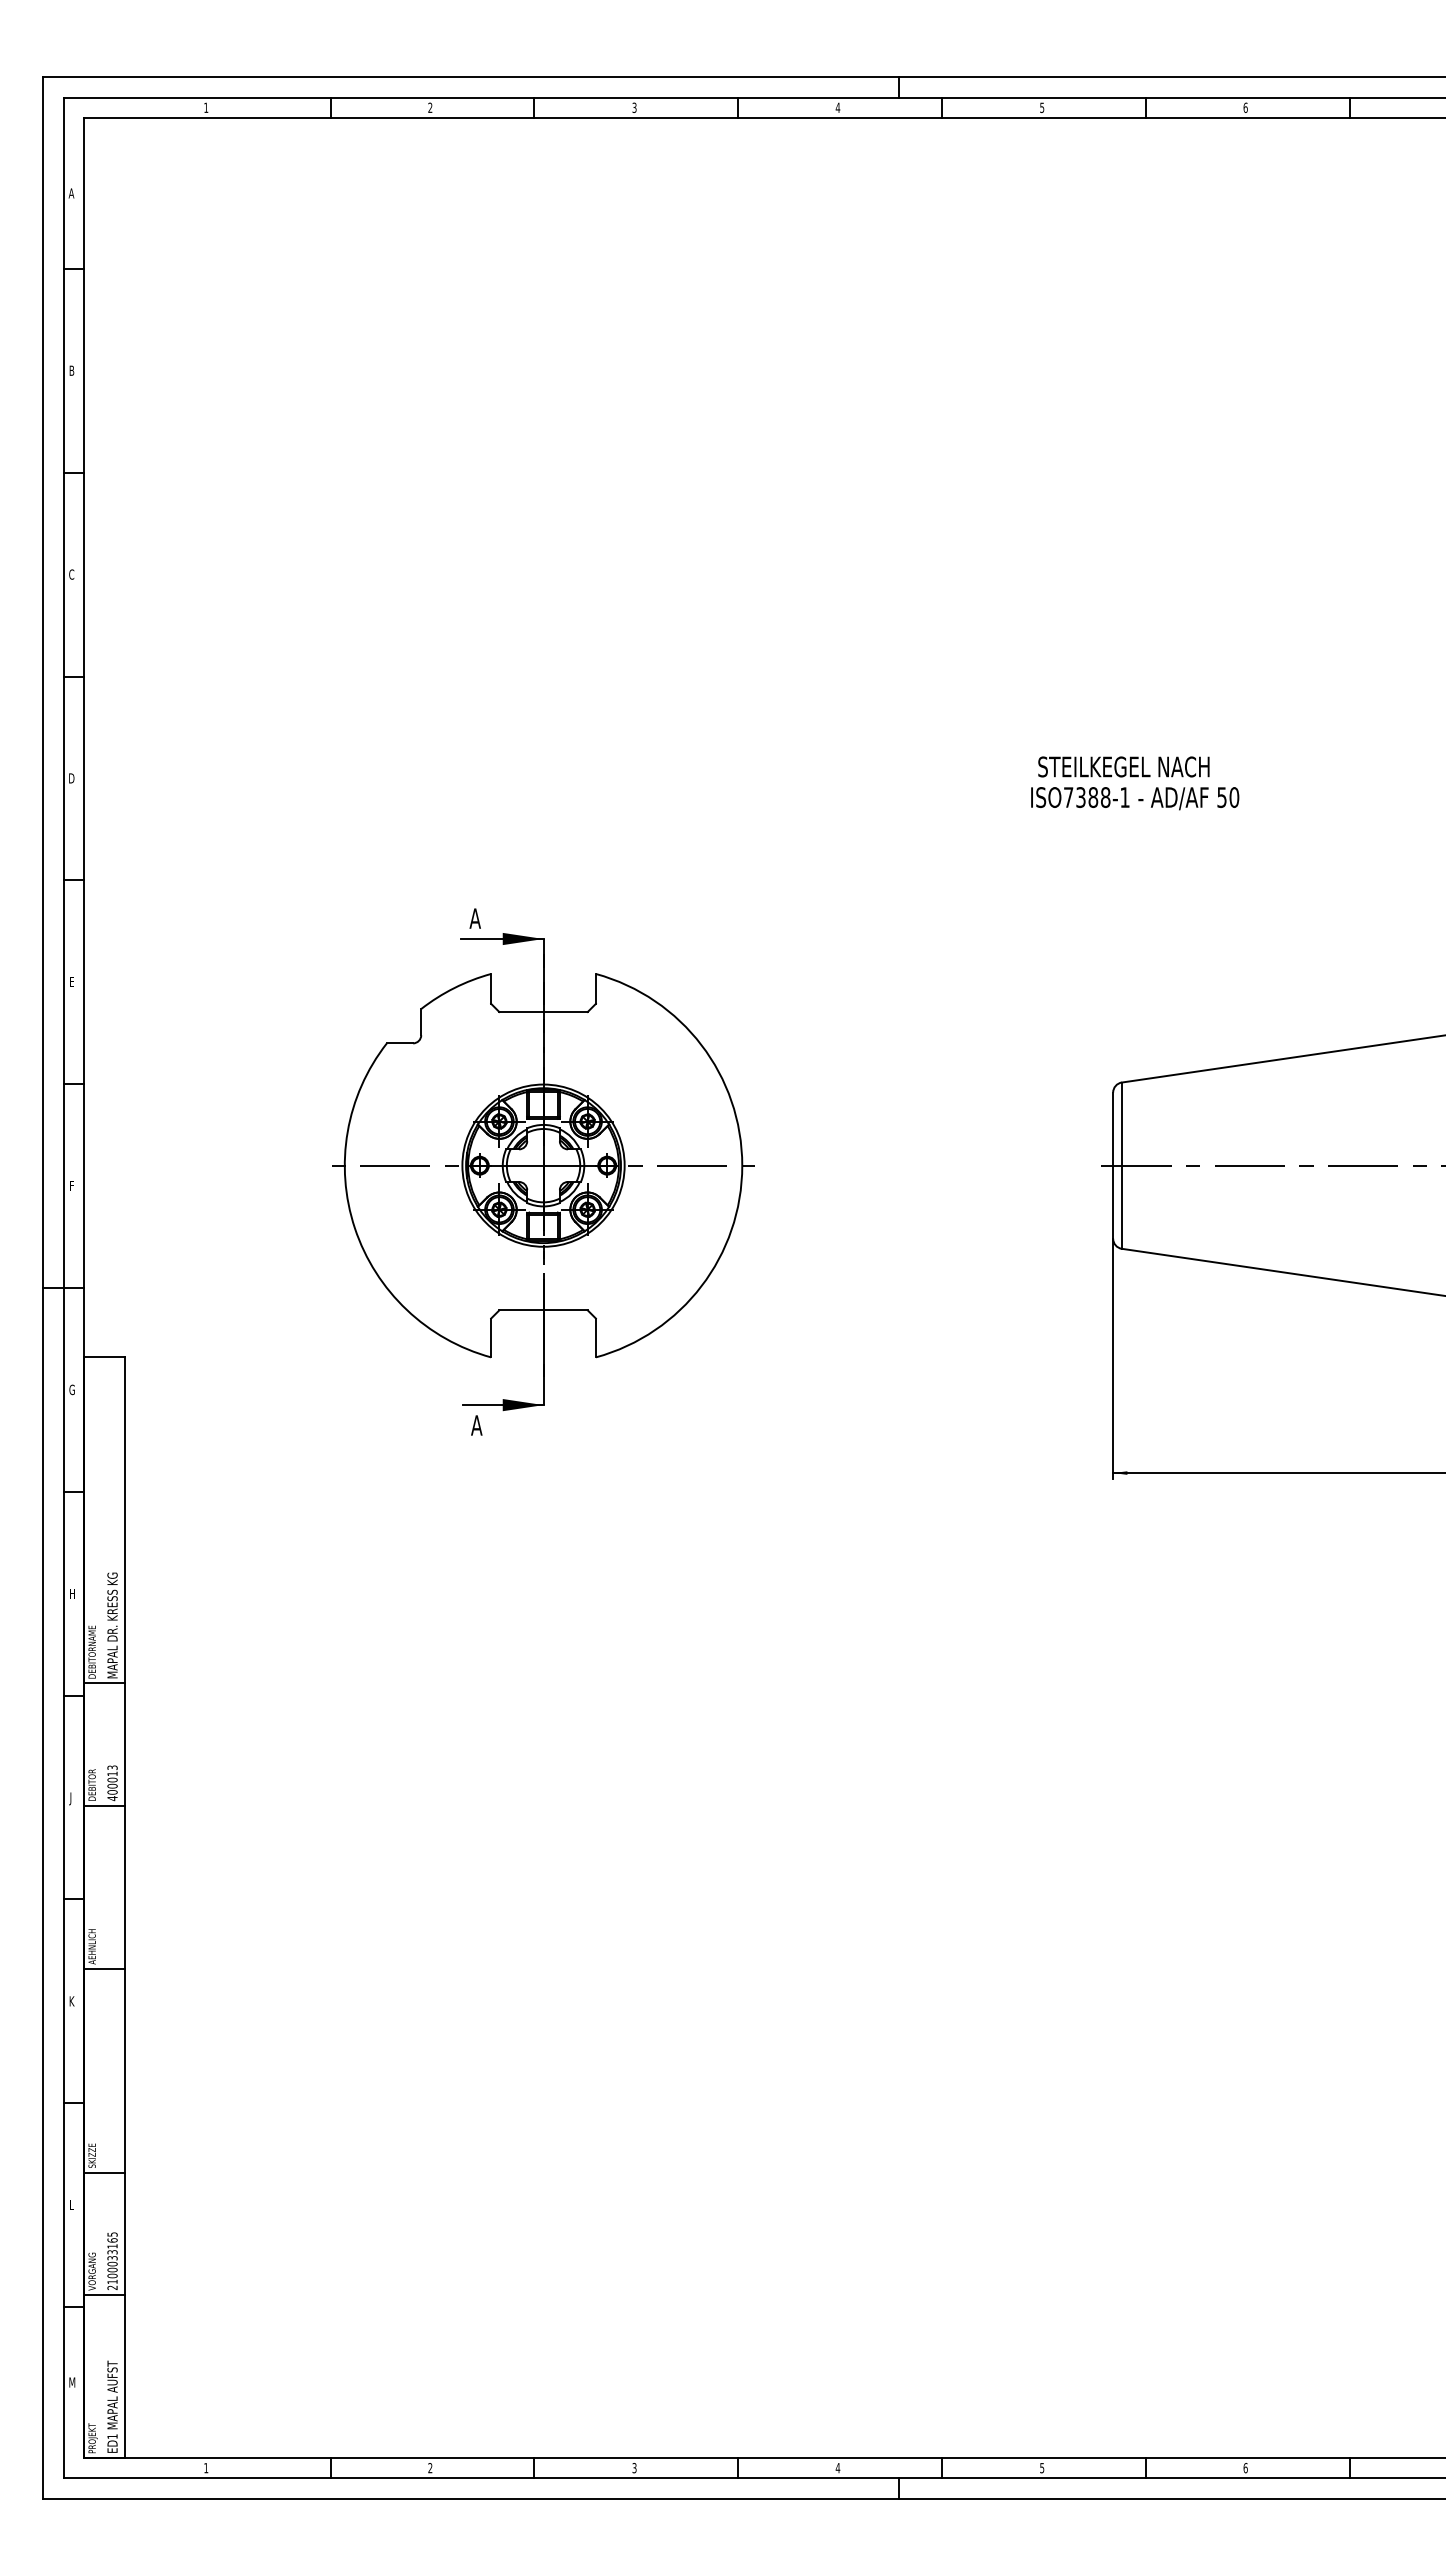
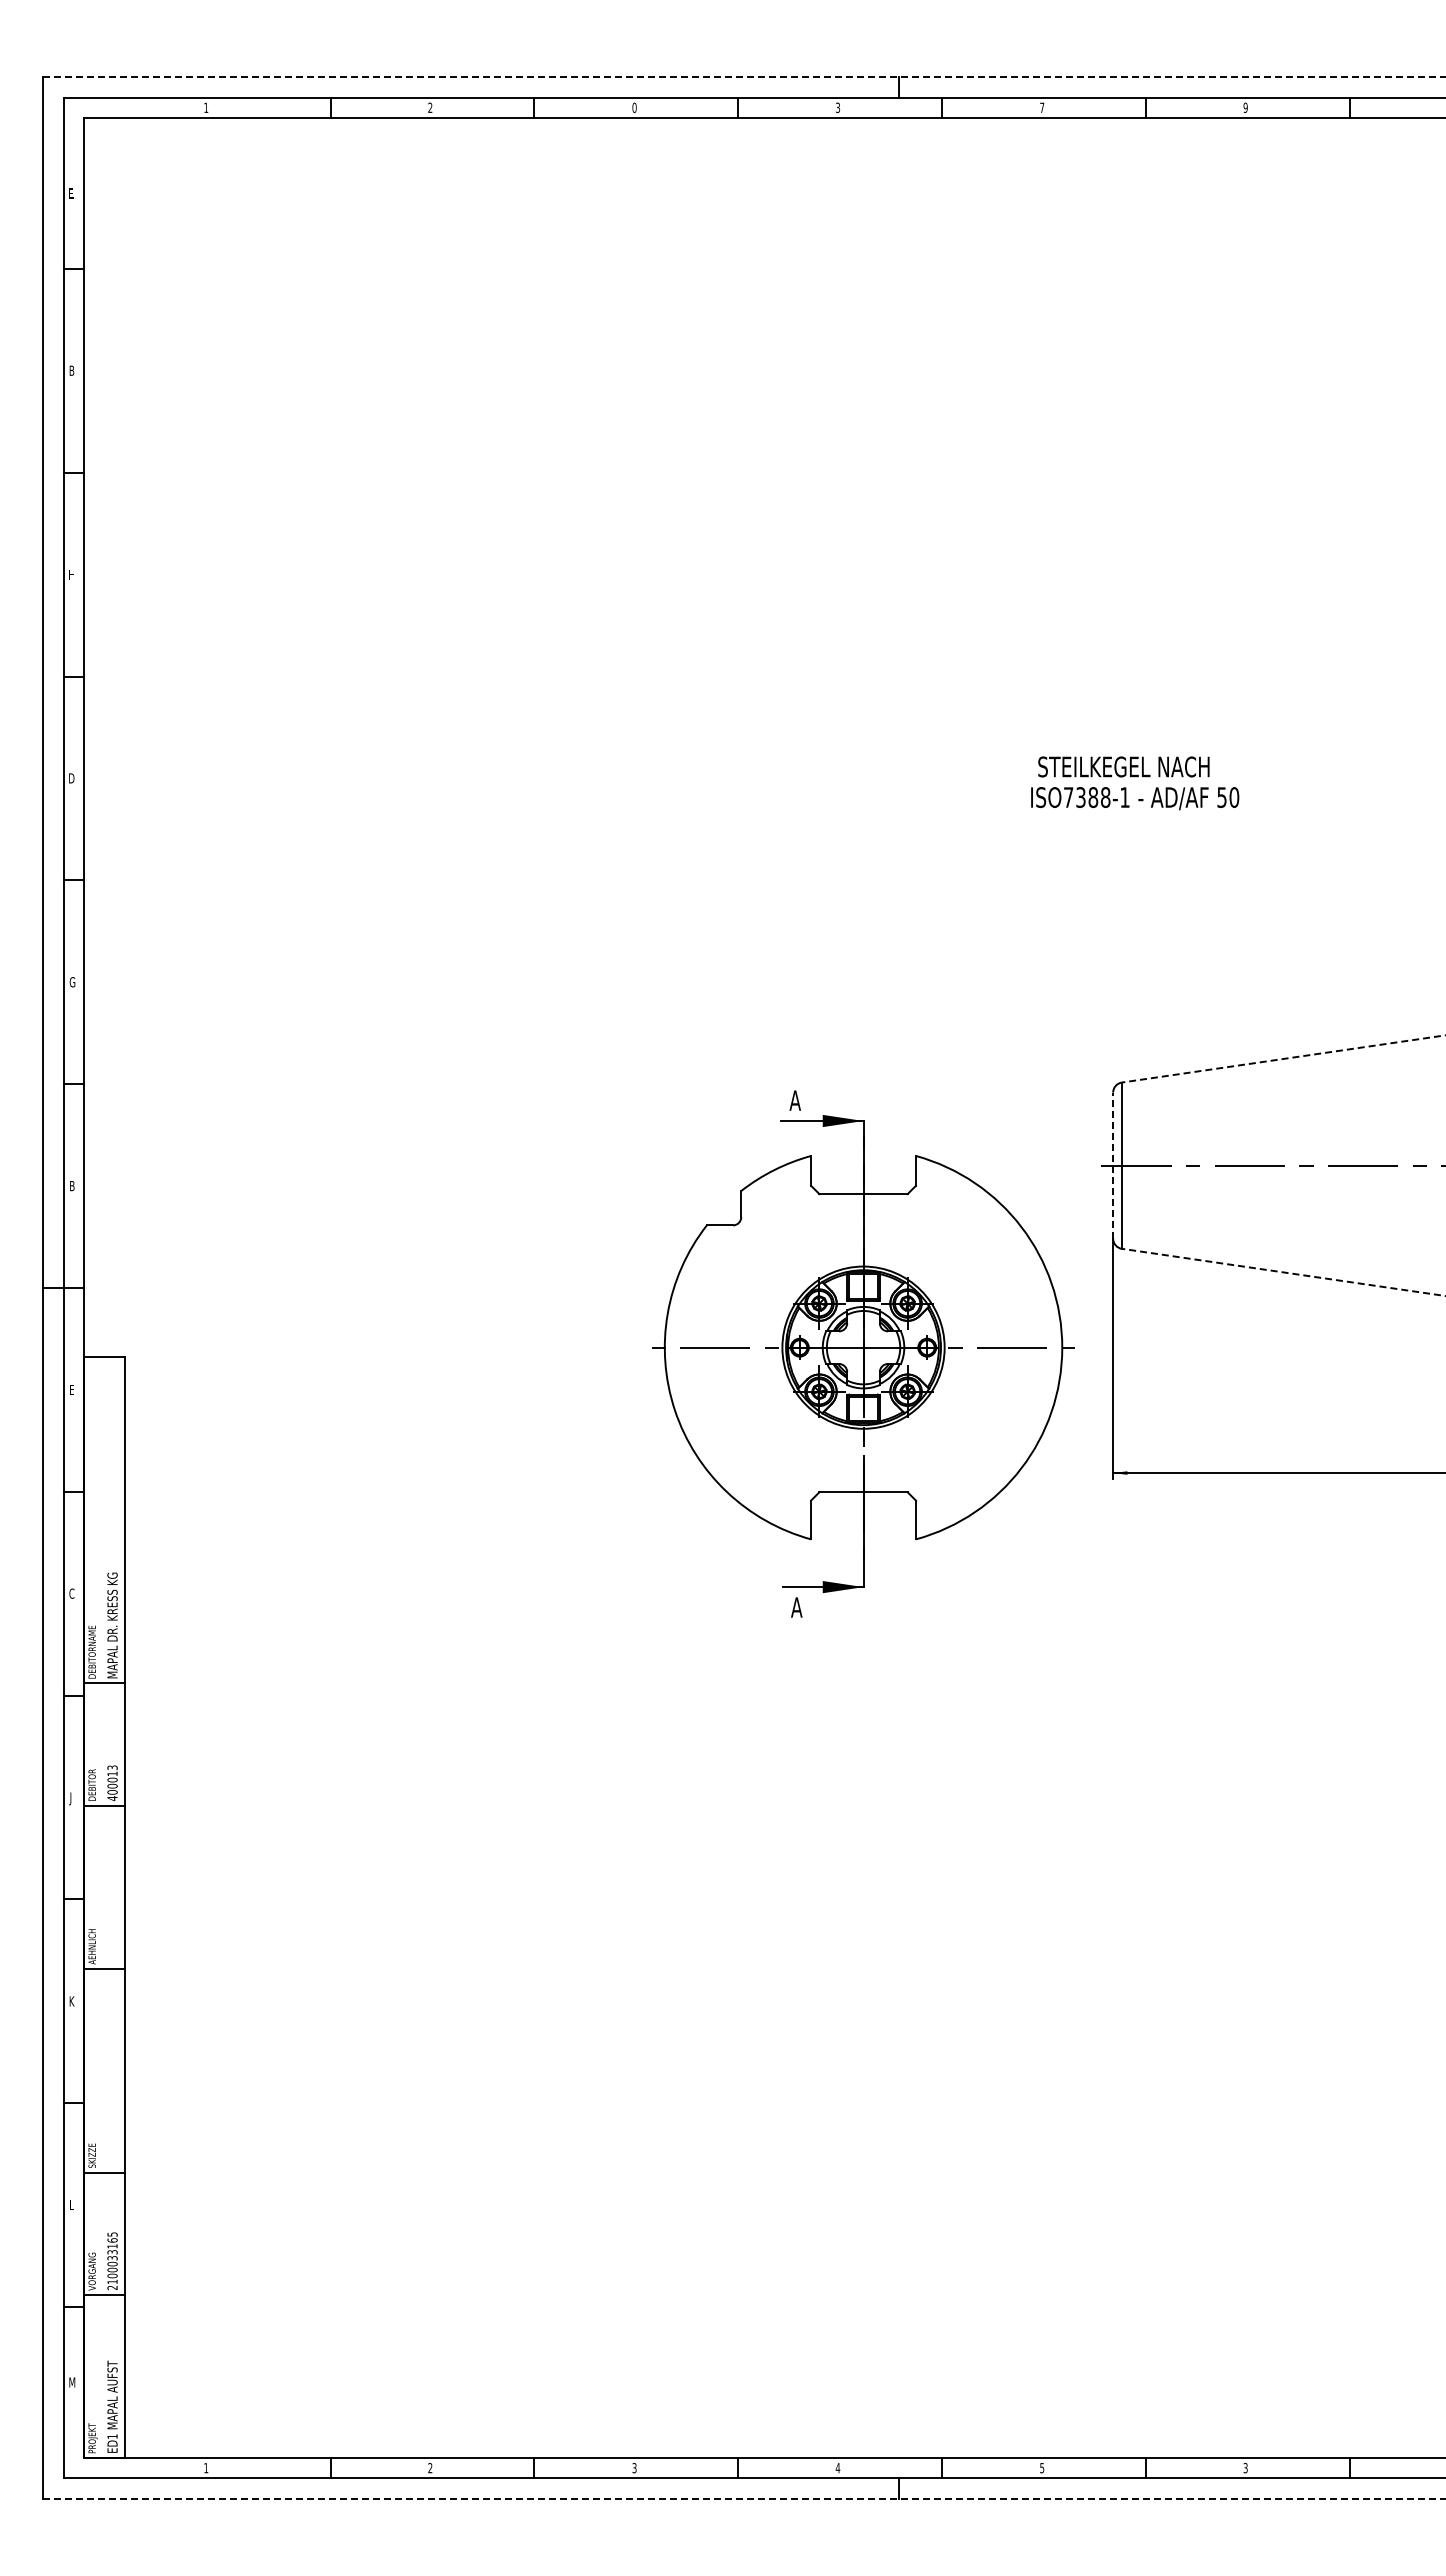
line at (745, 77): solid -> dashed
text at (634, 107): 3 -> 0
text at (837, 107): 4 -> 3
text at (1245, 107): 6 -> 9
text at (1042, 108): 5 -> 7
text at (71, 193): A -> E
text at (71, 574): C -> H
text at (72, 982): E -> G
line at (1283, 1058): solid -> dashed
line at (1113, 1165): solid -> dashed
part at (543, 1171) position: (543, 1171) -> (863, 1353)
text at (72, 1186): F -> B
line at (1283, 1272): solid -> dashed
text at (71, 1389): G -> E
text at (71, 1593): H -> C
text at (1245, 2468): 6 -> 3
line at (745, 2498): solid -> dashed
